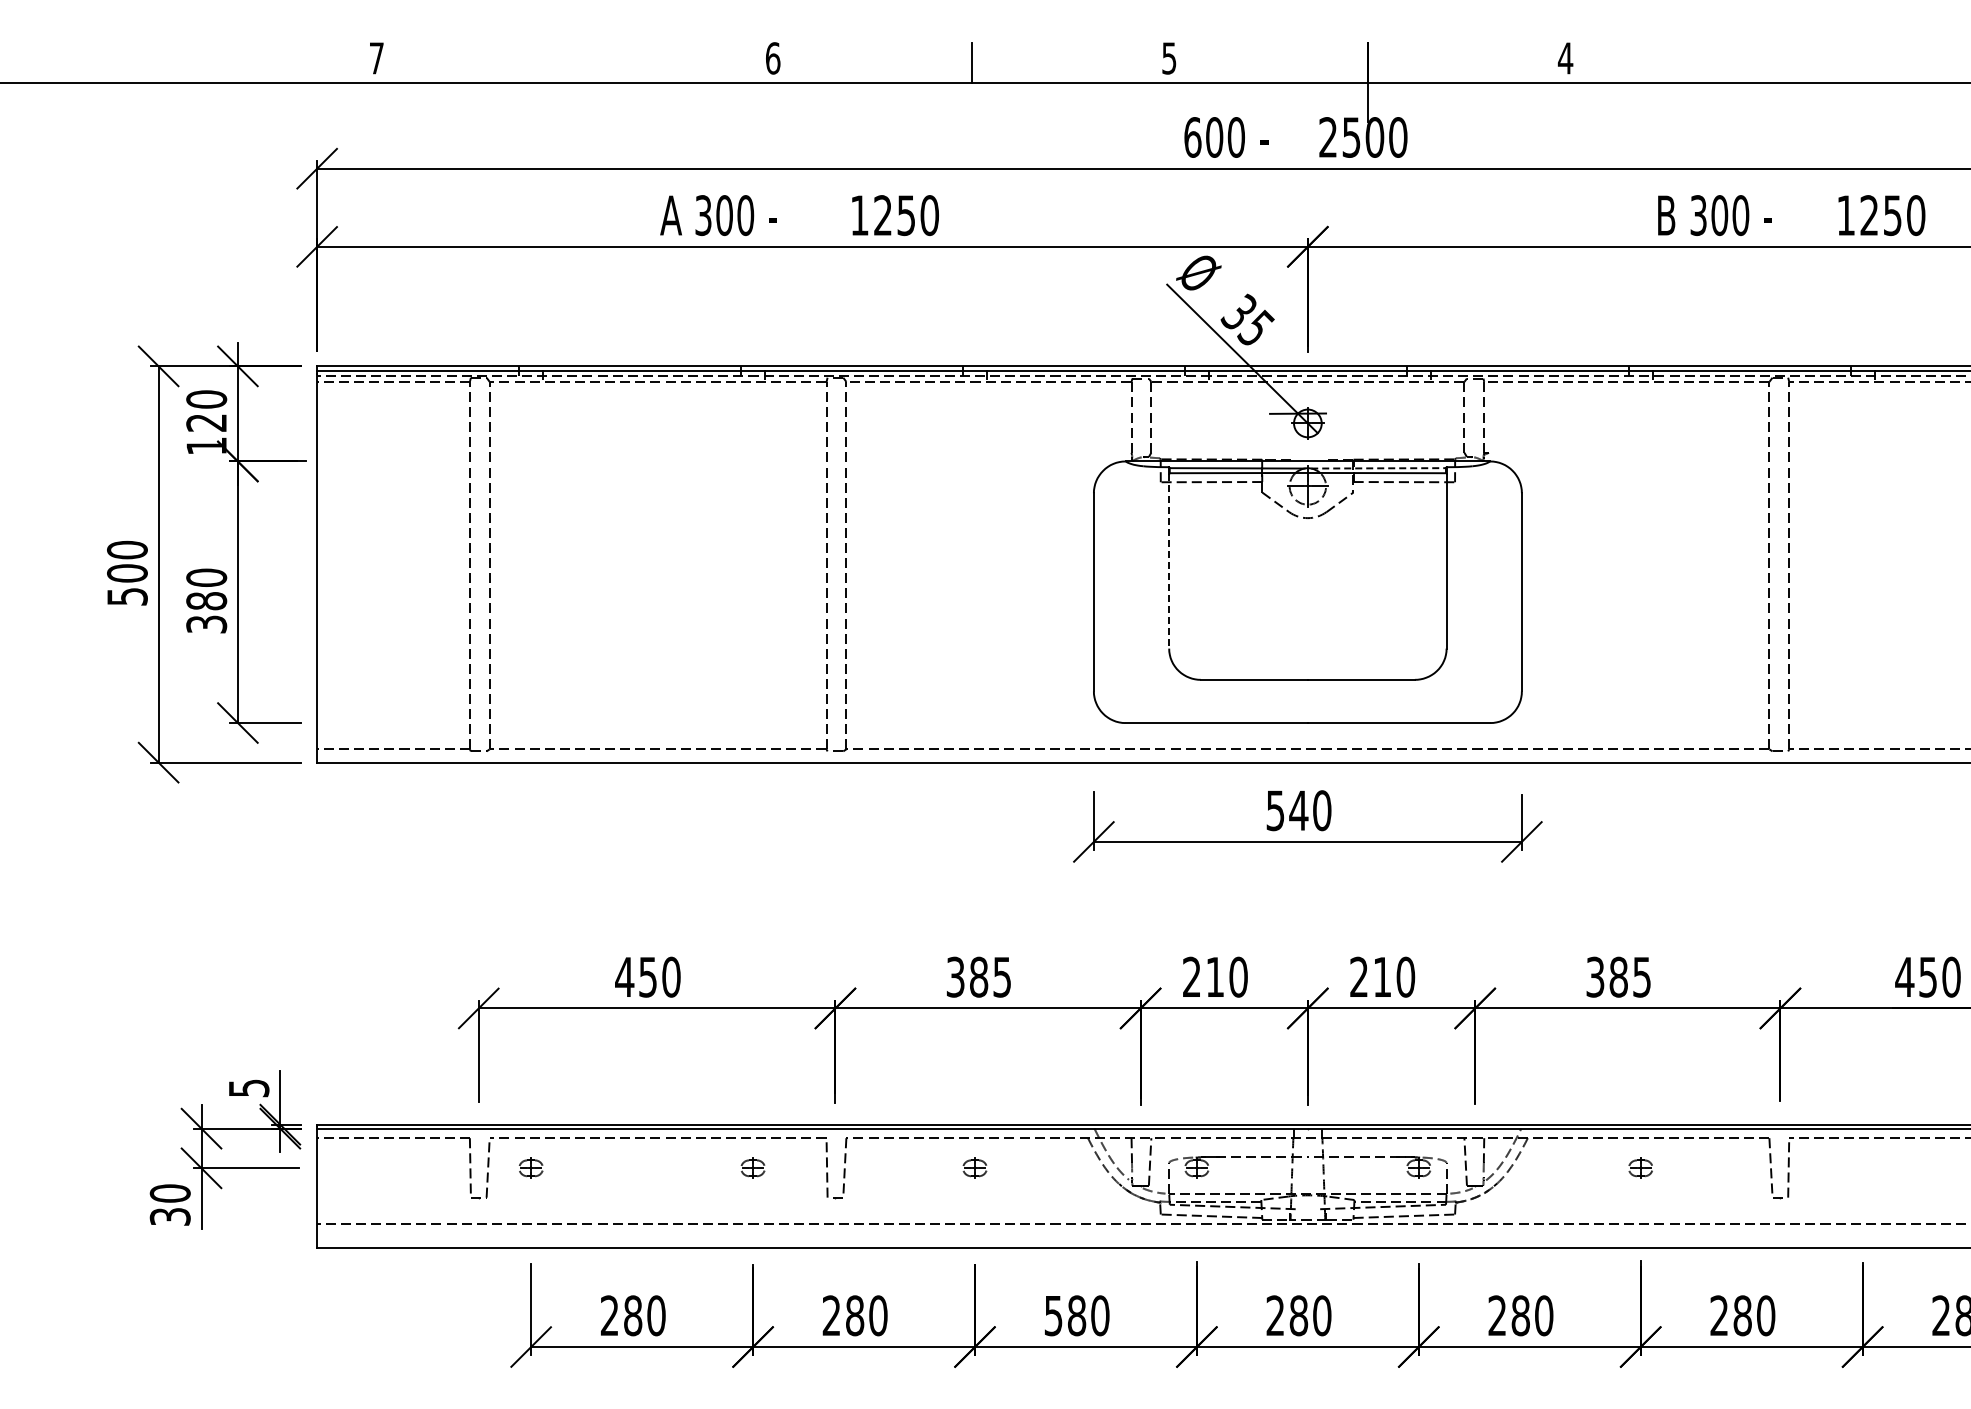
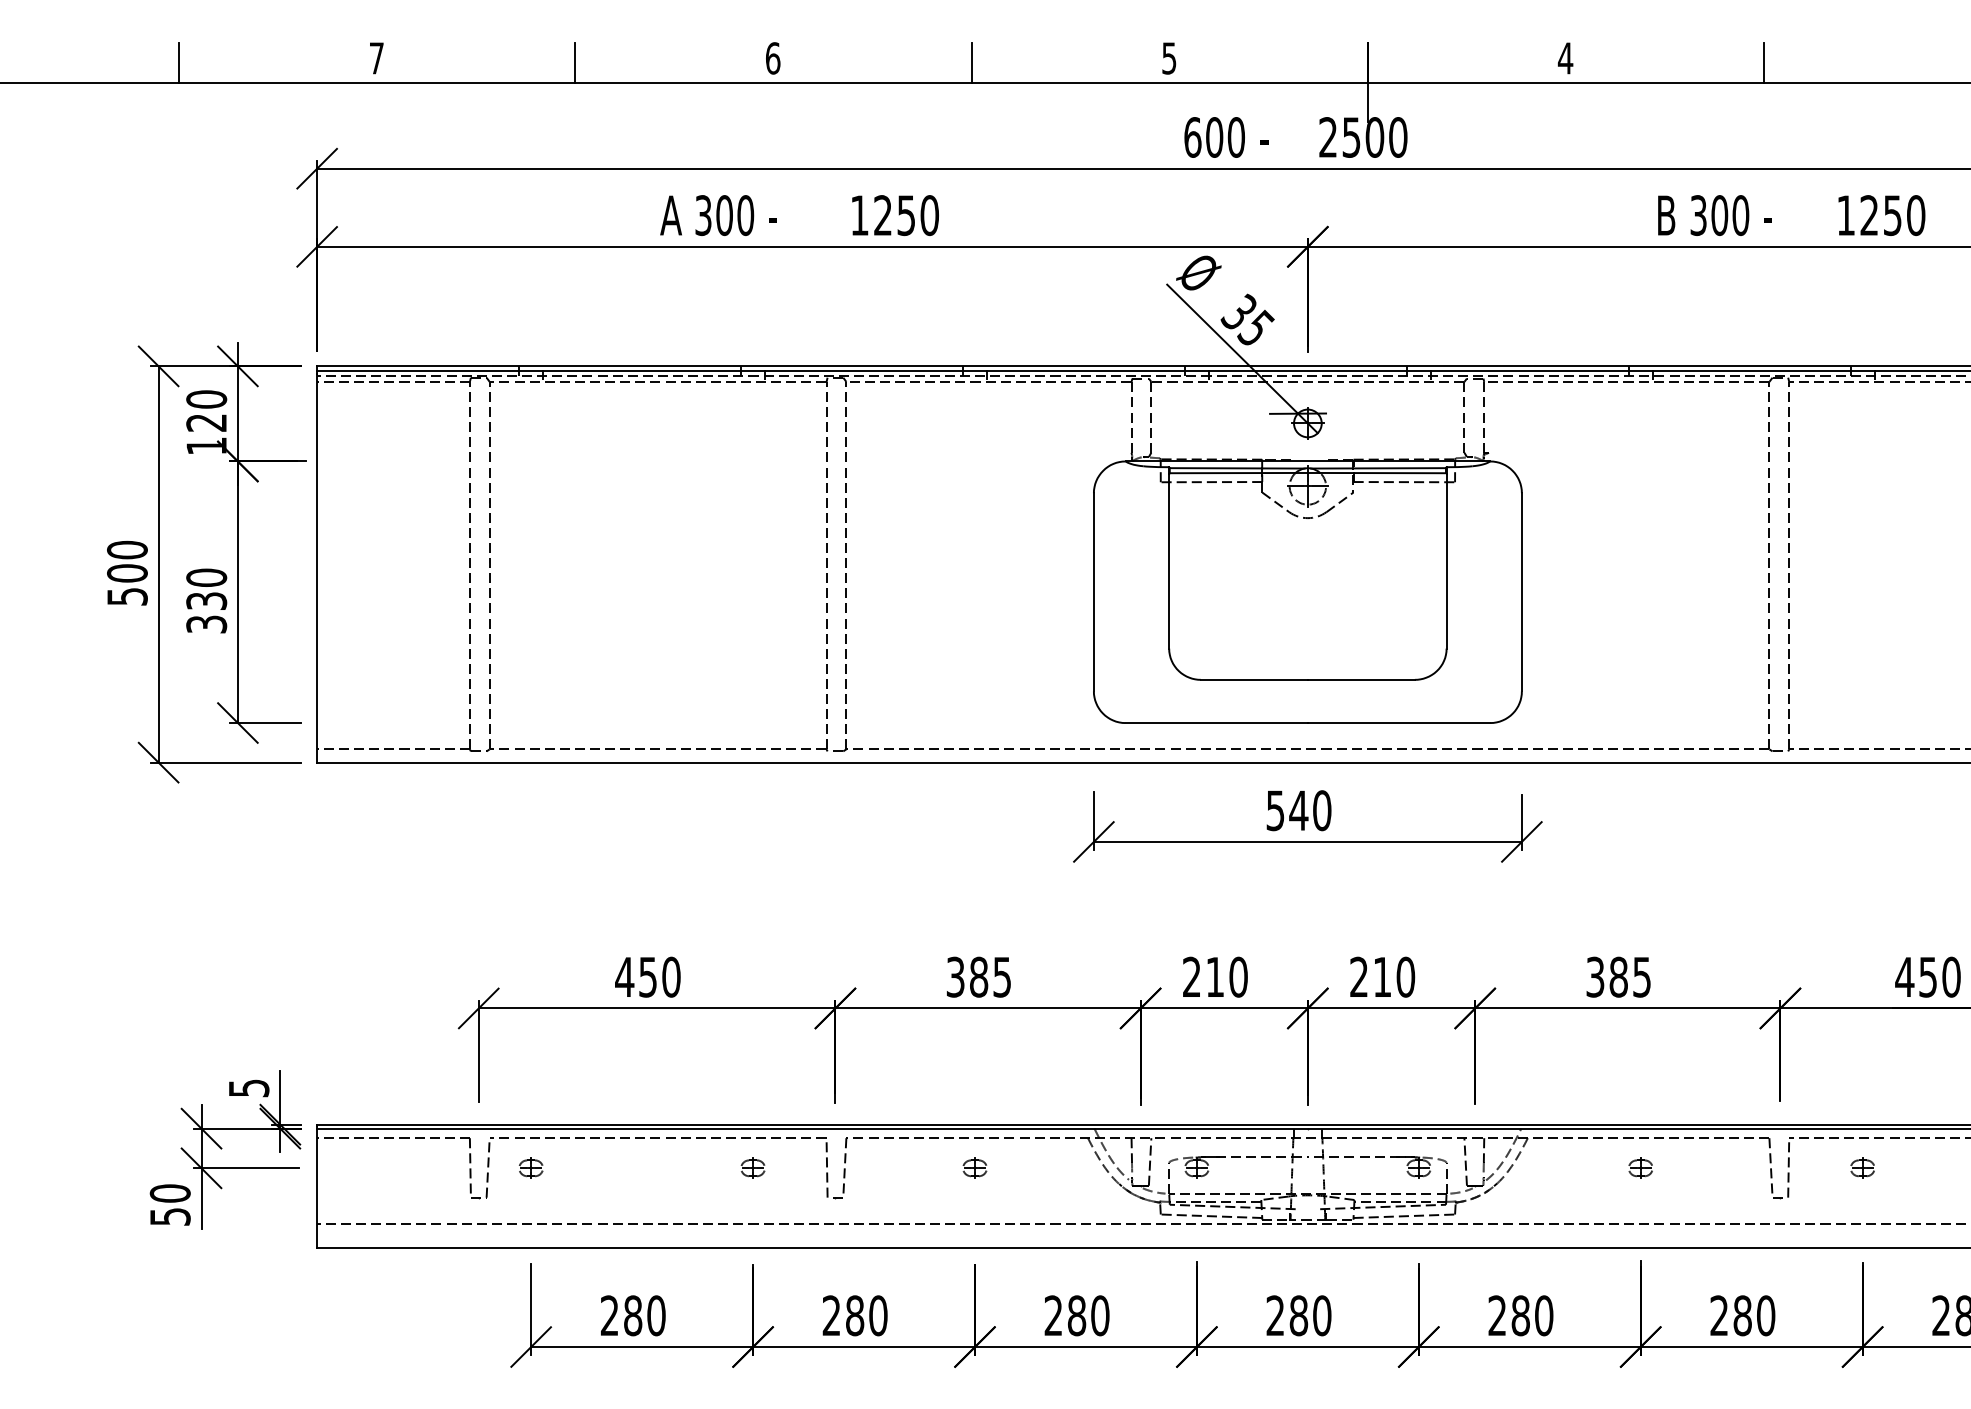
line at (179, 62): none -> present
line at (575, 62): none -> present
line at (1764, 62): none -> present
line at (1379, 468): dashed -> solid
line at (1169, 561): dashed -> solid
text at (206, 601): 380 -> 330
part at (1862, 1167): none -> present
text at (169, 1216): 30 -> 50
text at (1053, 1315): 580 -> 280
